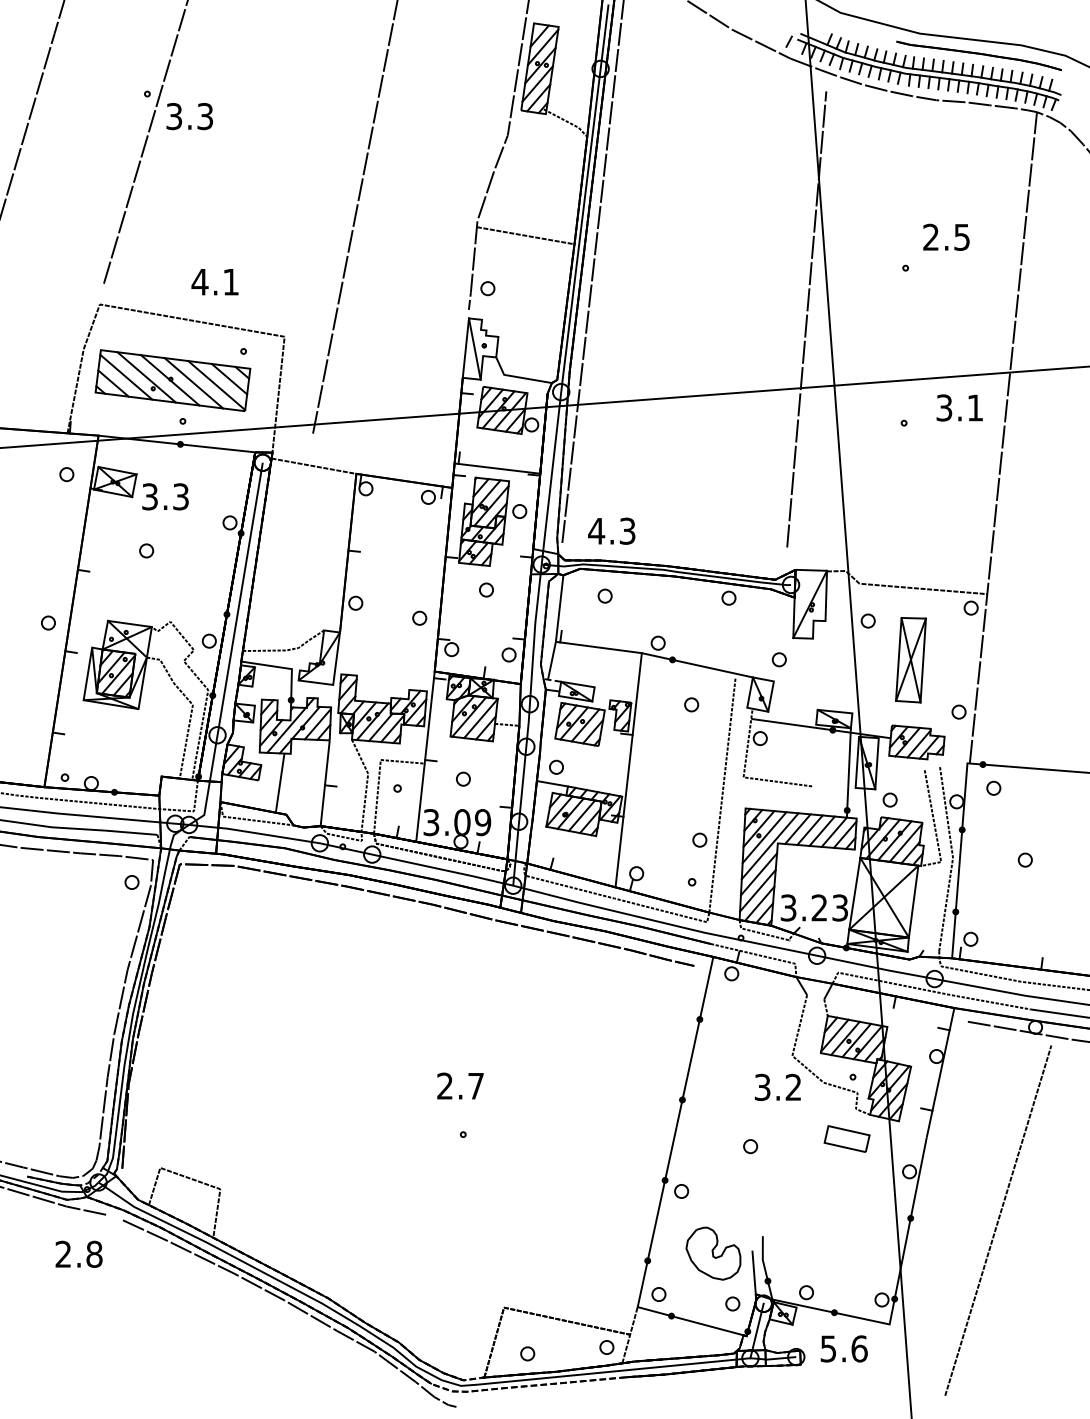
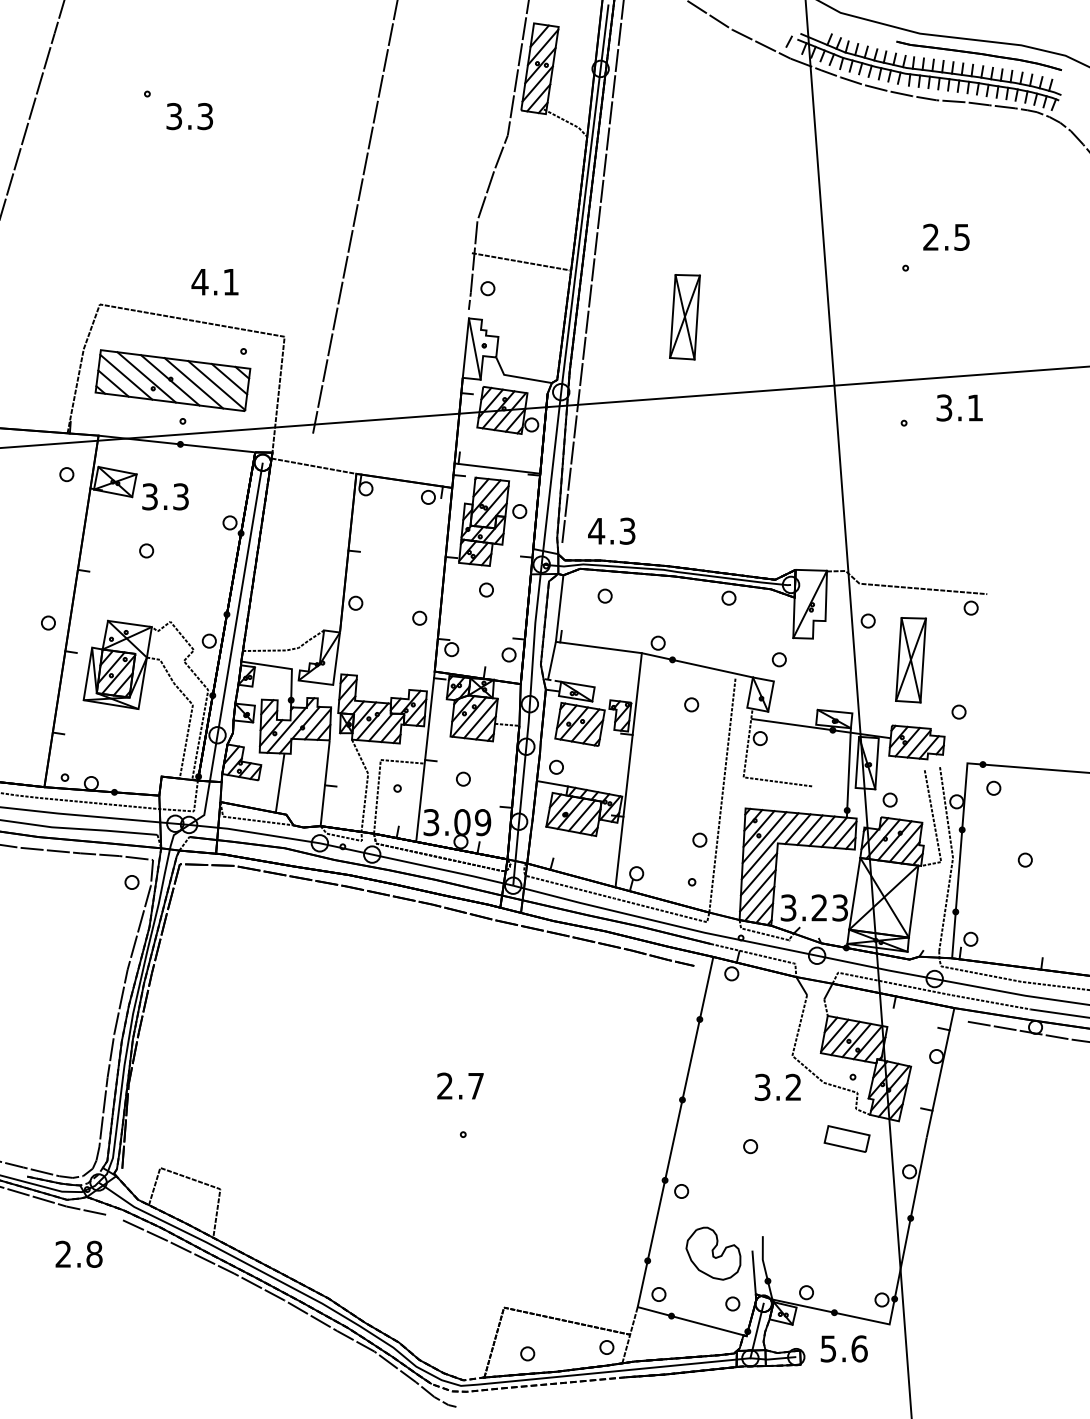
line at (145, 142): present -> none
line at (525, 235) position: (525, 235) -> (520, 261)
part at (684, 317): none -> present
line at (806, 319): present -> none
line at (1003, 437): present -> none
line at (998, 1220): present -> none
